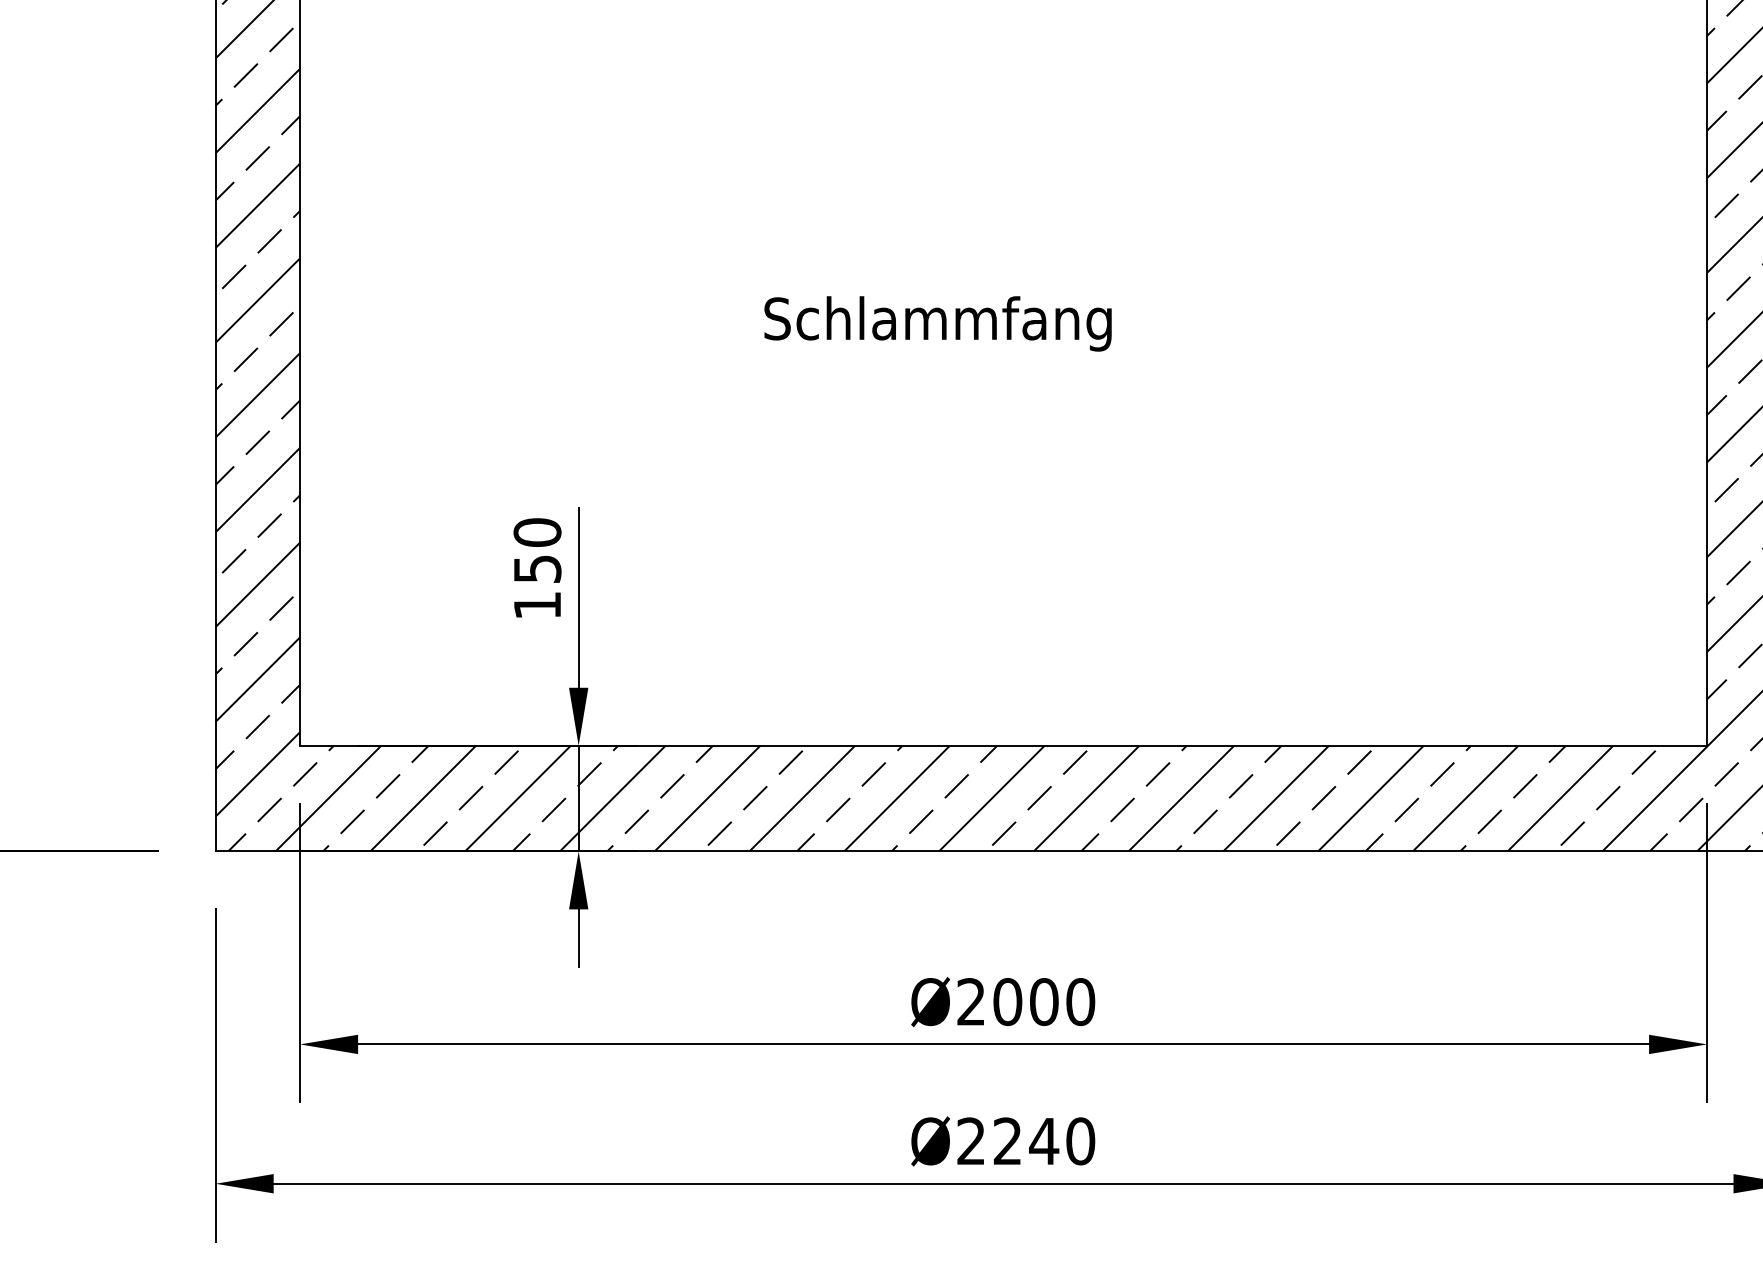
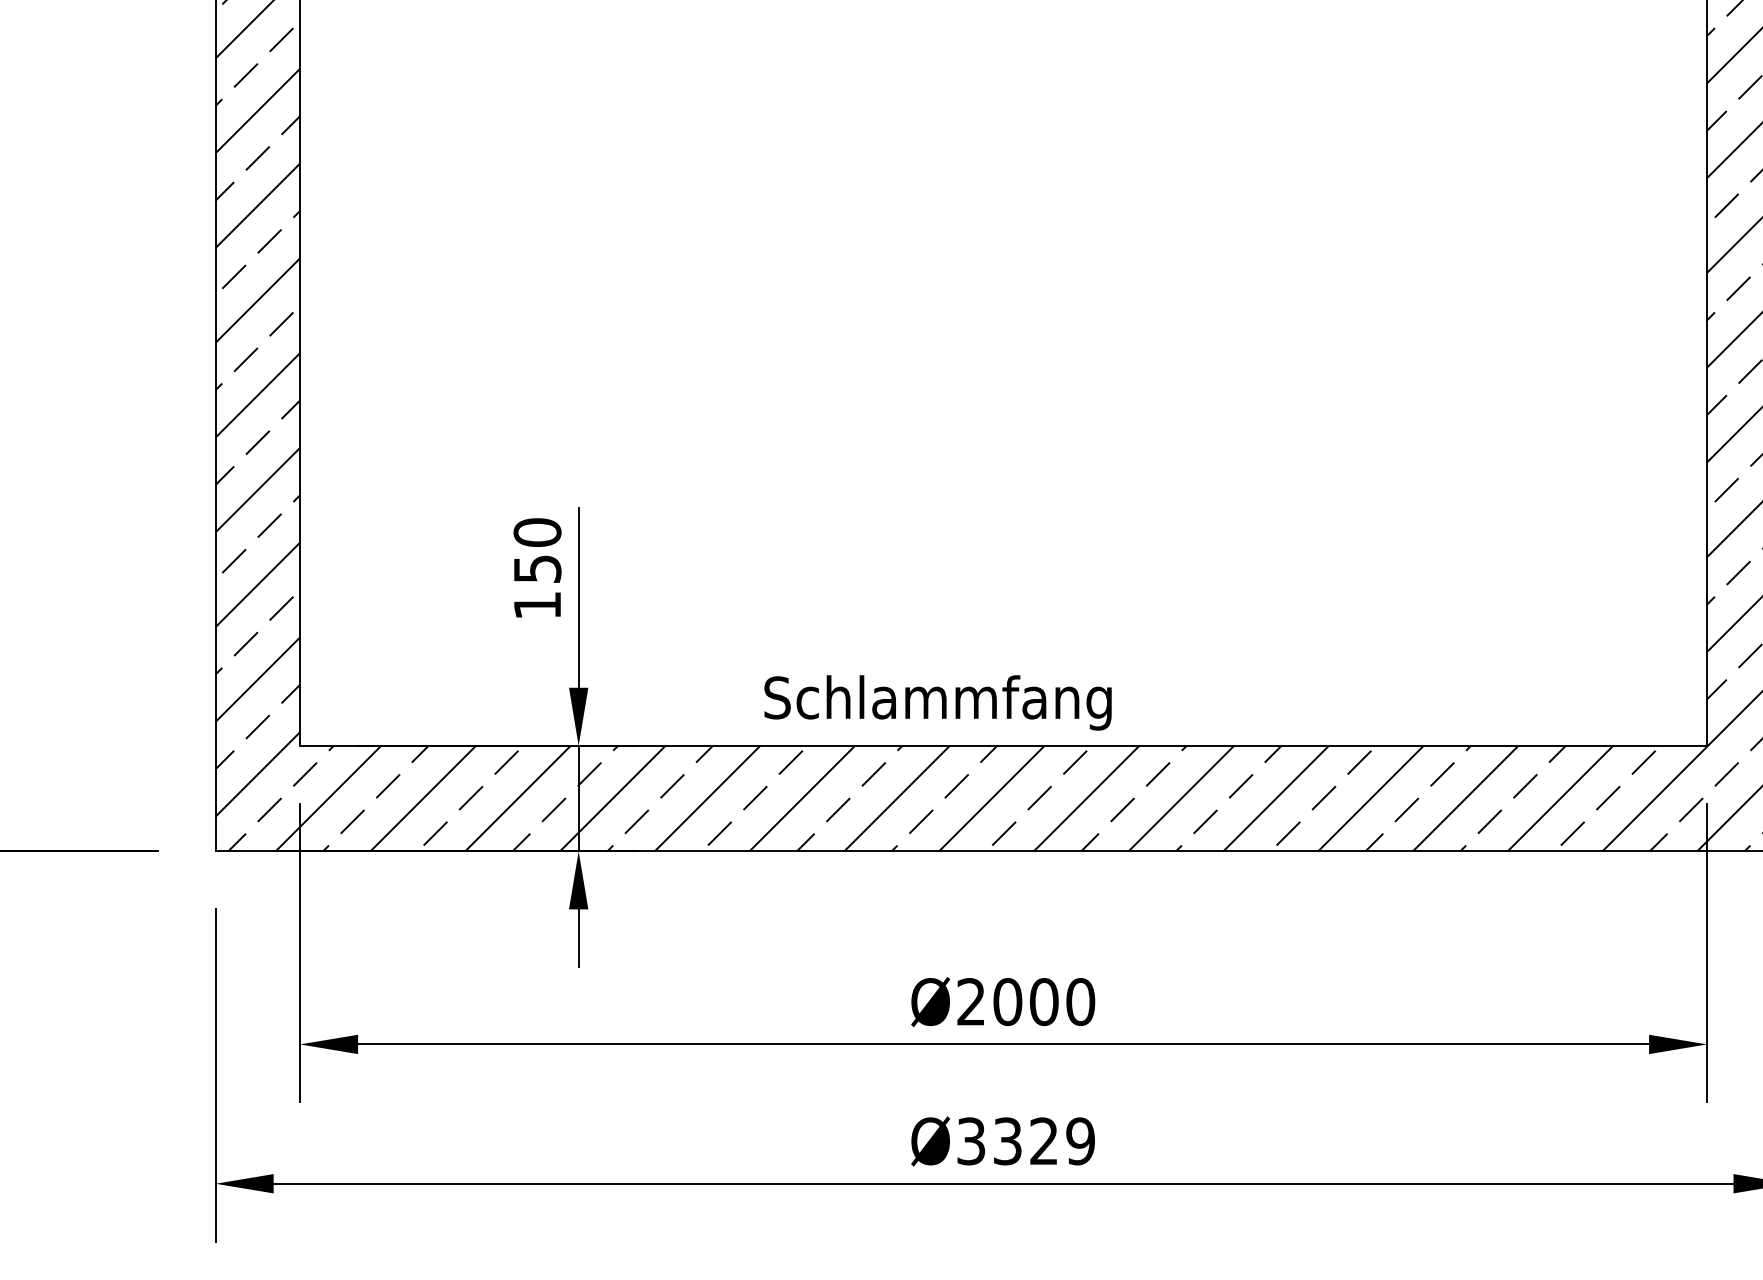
text at (937, 323) position: (937, 323) -> (937, 702)
text at (1026, 1141): Ø2240 -> Ø3329
